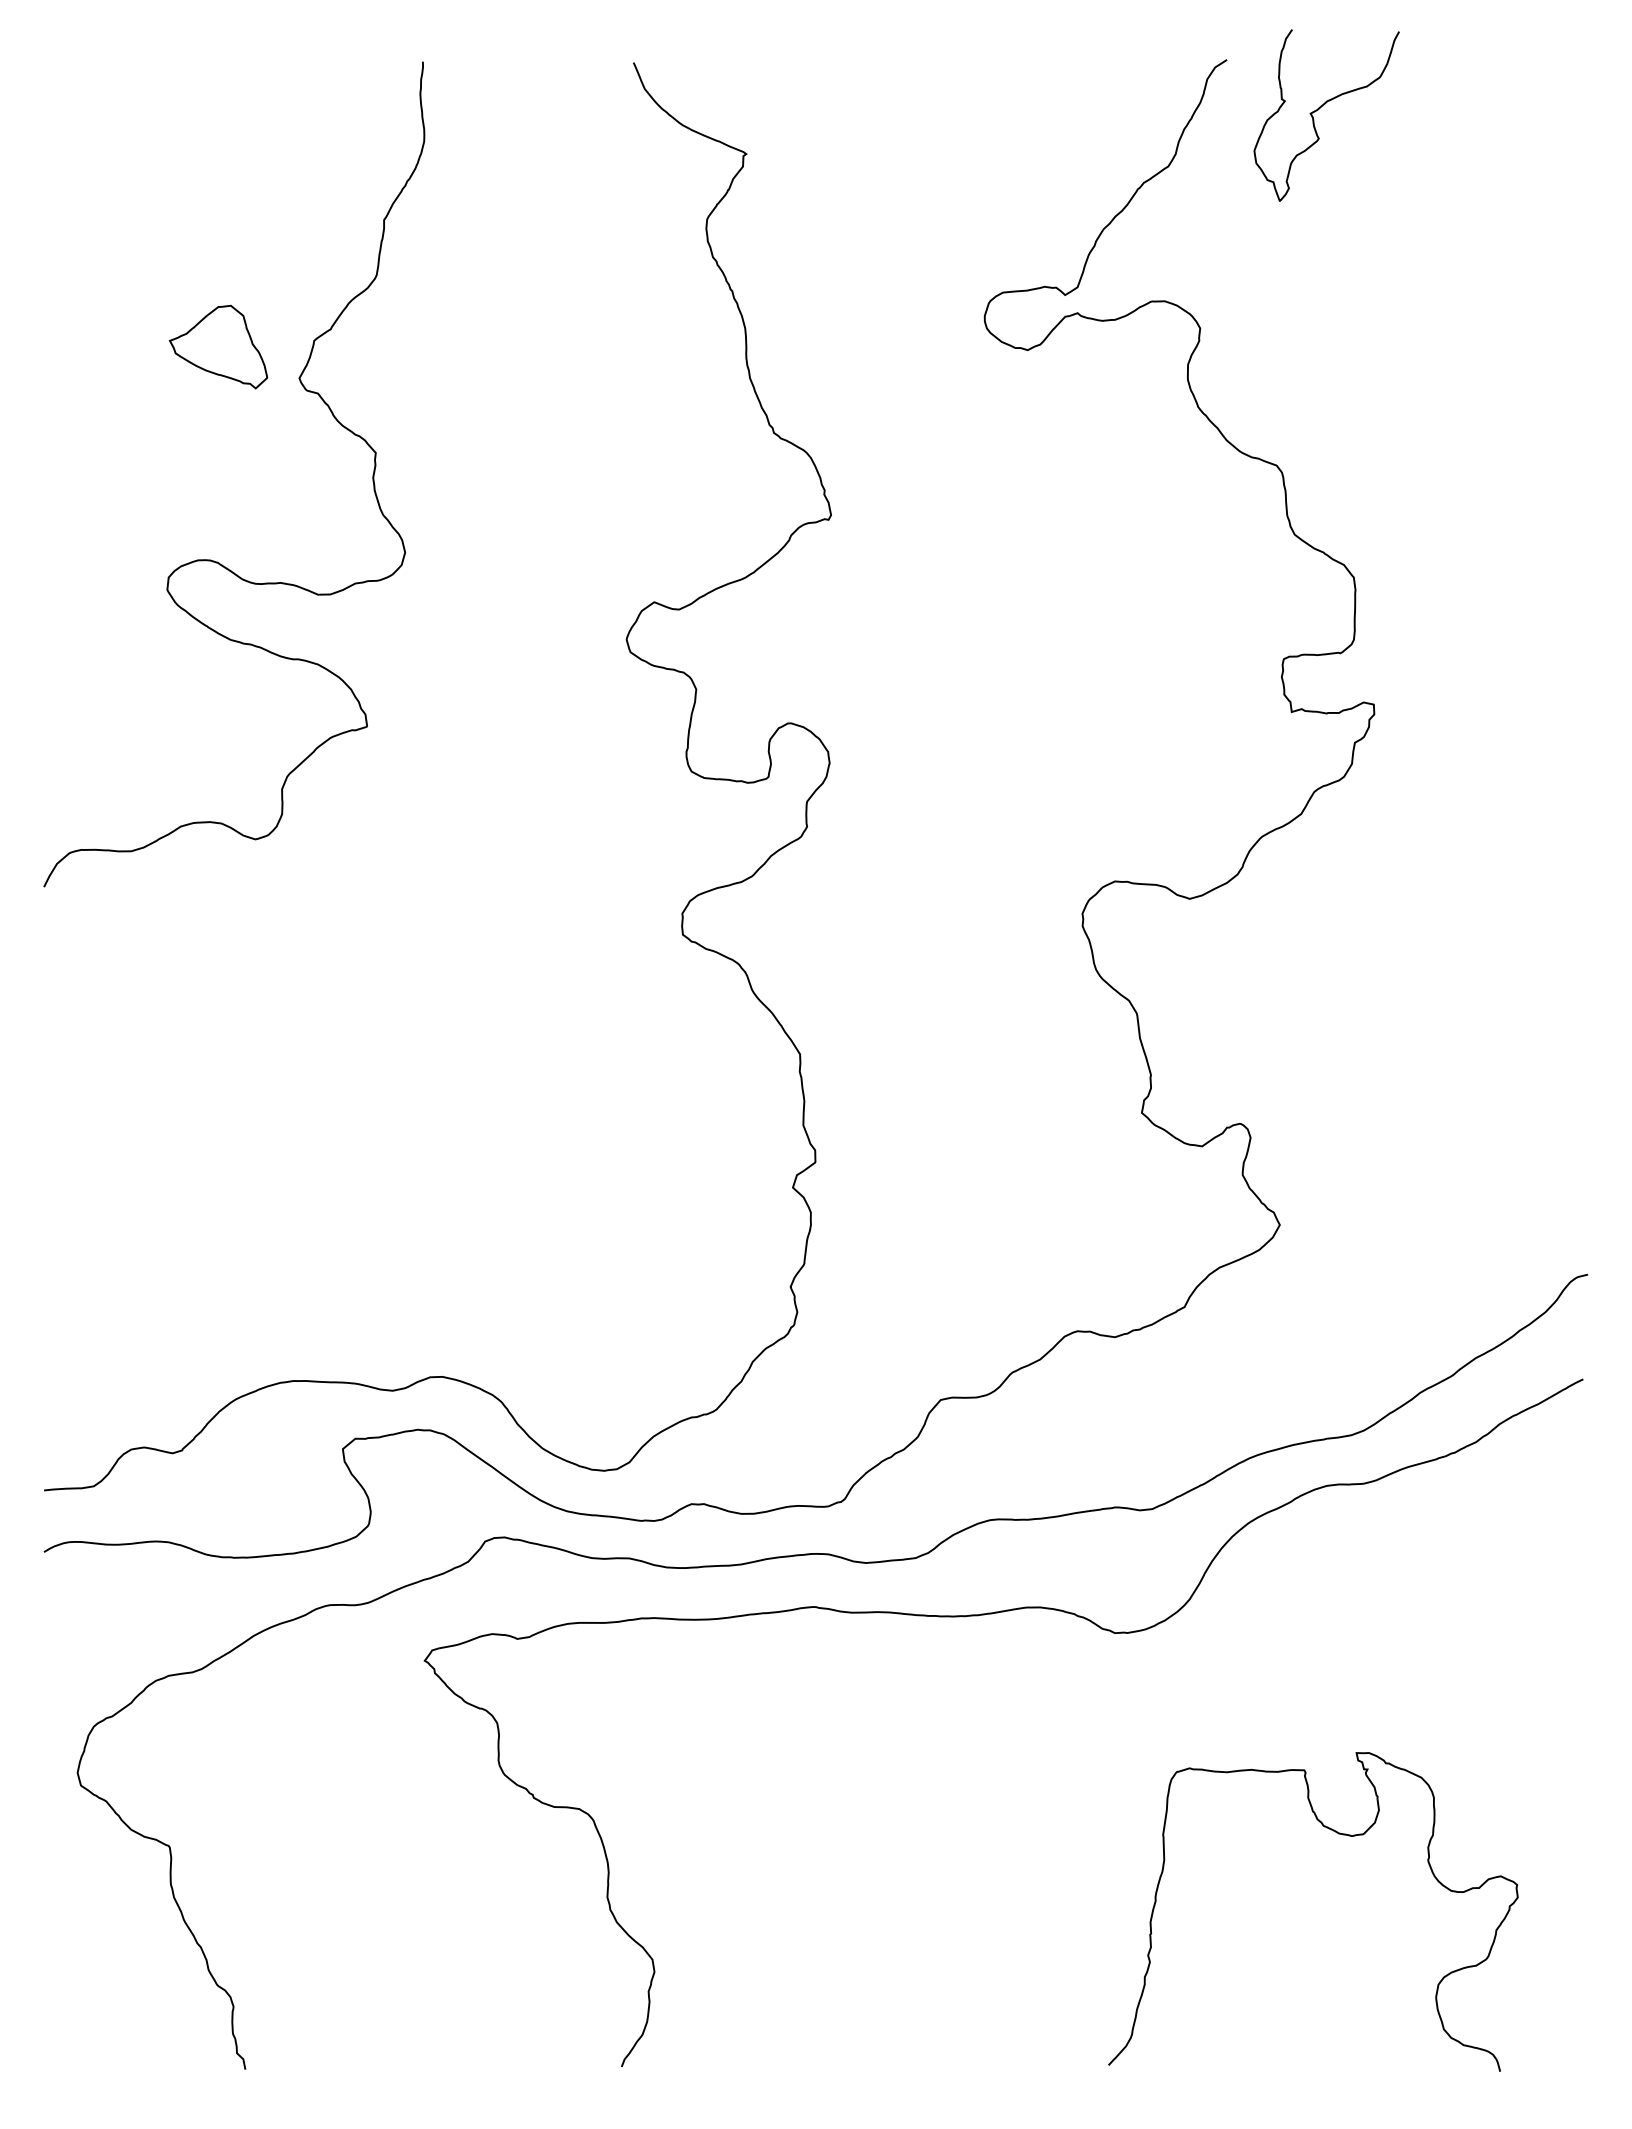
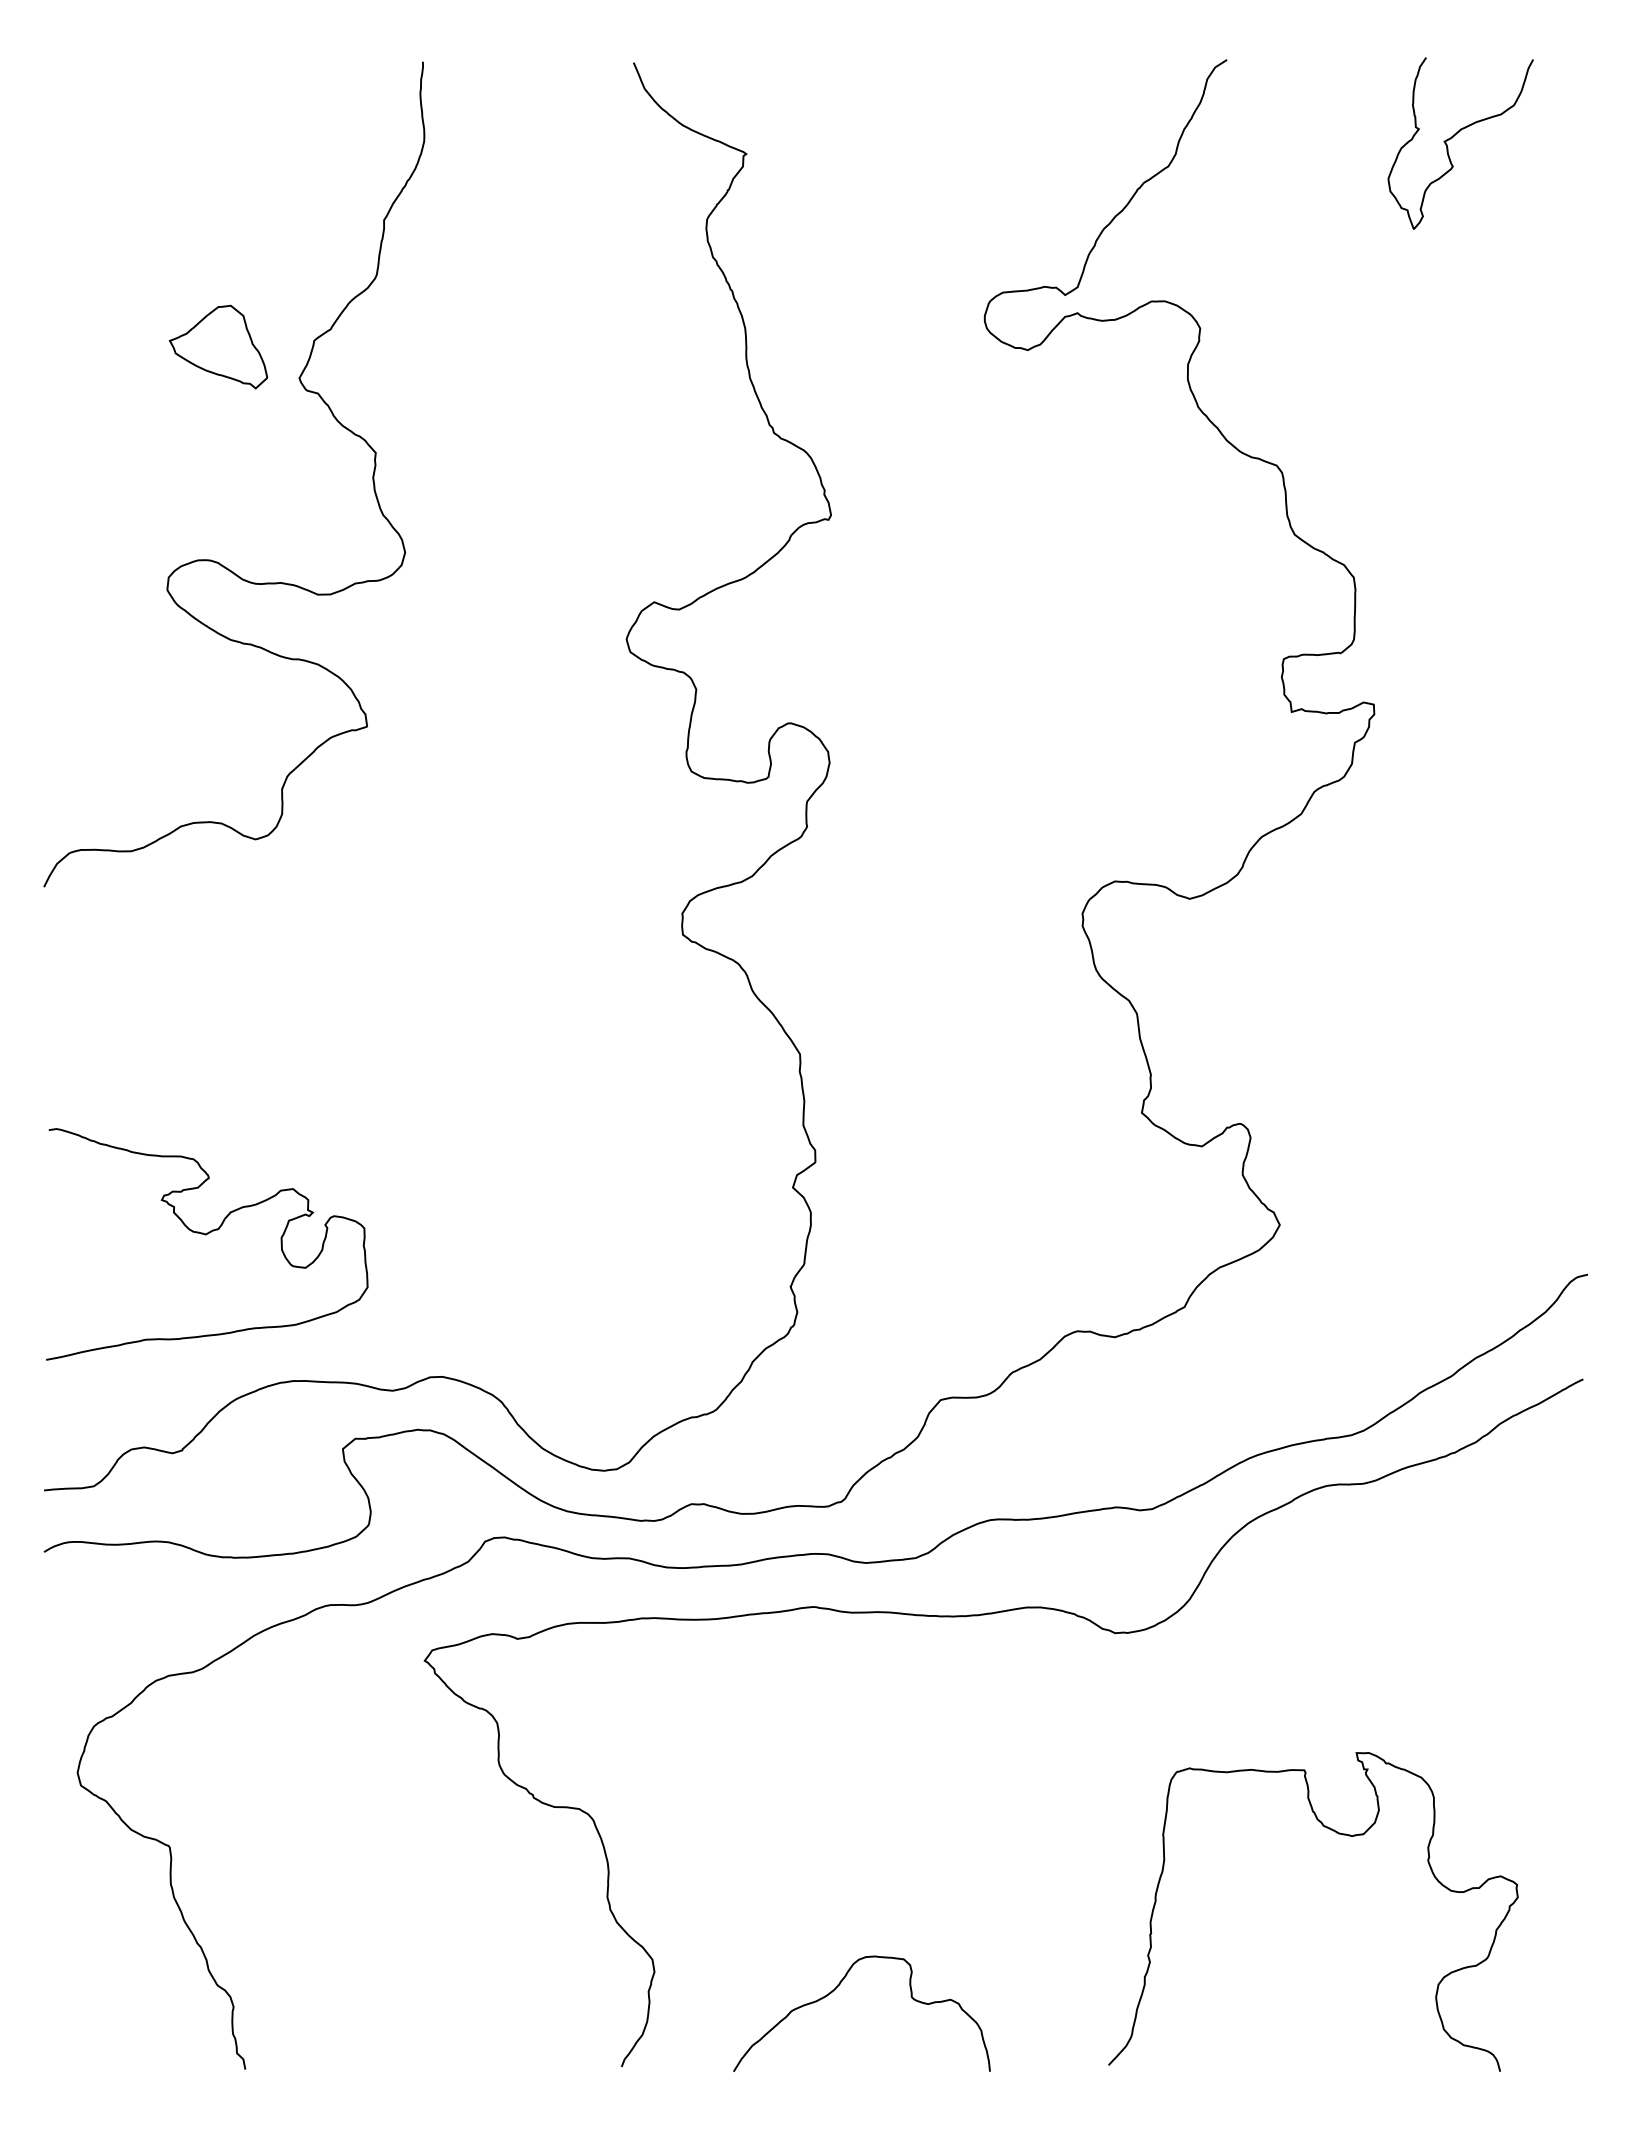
curve at (1320, 108) position: (1320, 108) -> (1454, 136)
curve at (206, 1235): none -> present
curve at (835, 1990): none -> present
